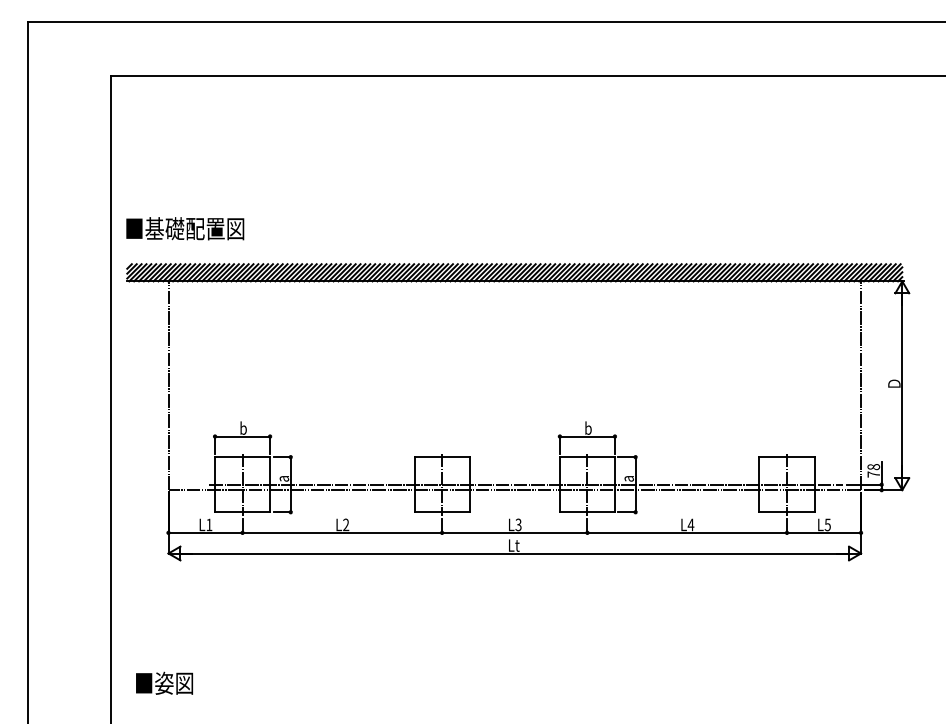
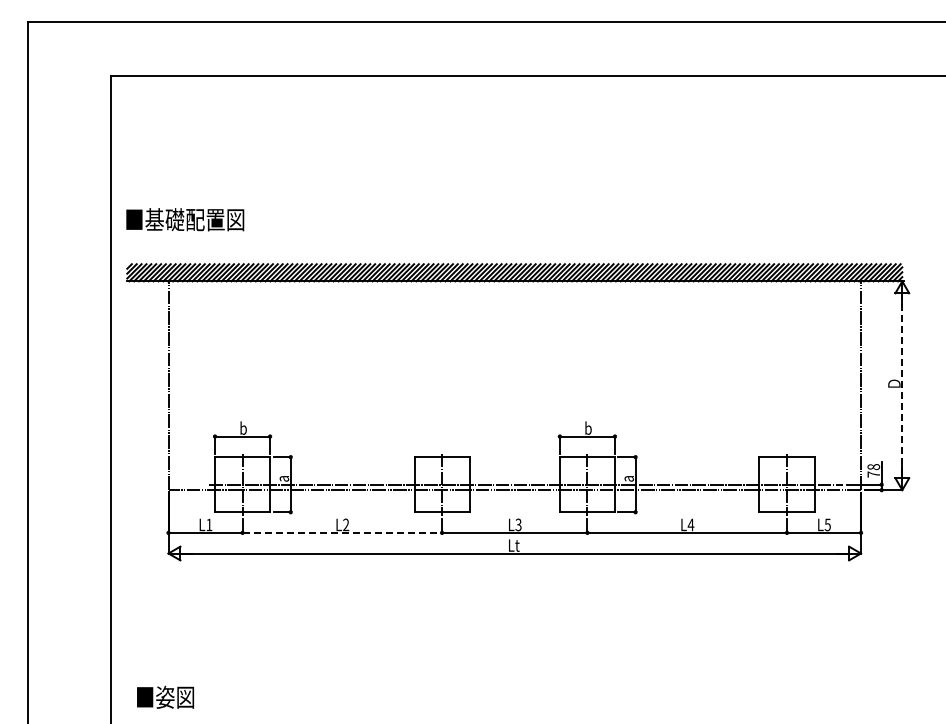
text at (185, 228) position: (185, 228) -> (185, 219)
line at (902, 385): solid -> dashed
line at (342, 532): solid -> dashed
text at (164, 682) position: (164, 682) -> (165, 696)
